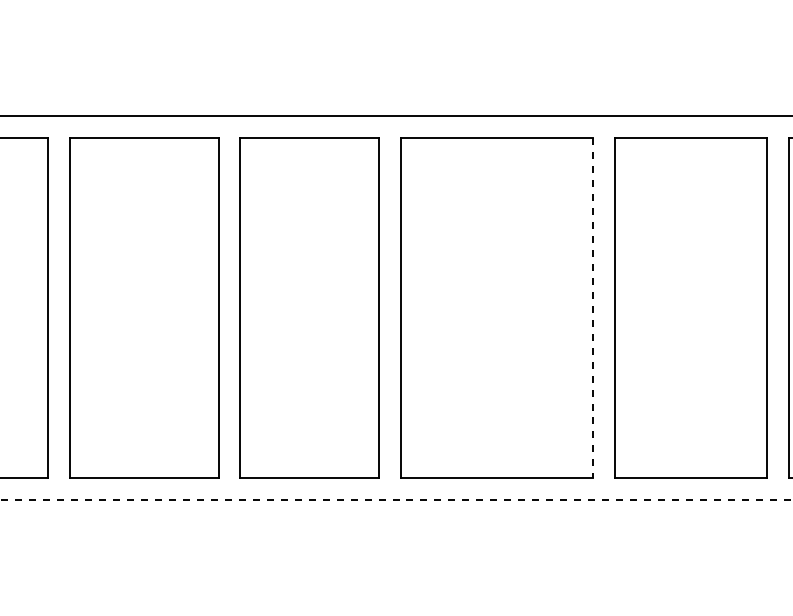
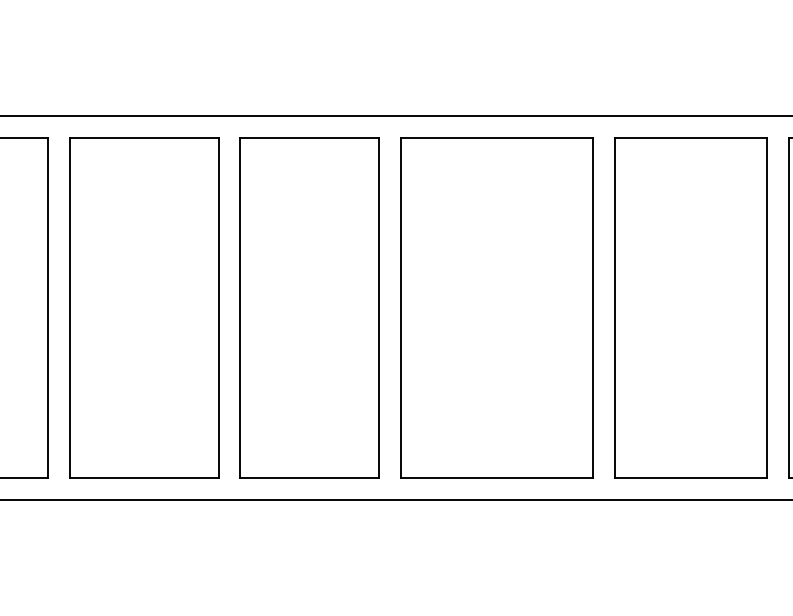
line at (593, 307): dashed -> solid
line at (395, 499): dashed -> solid
